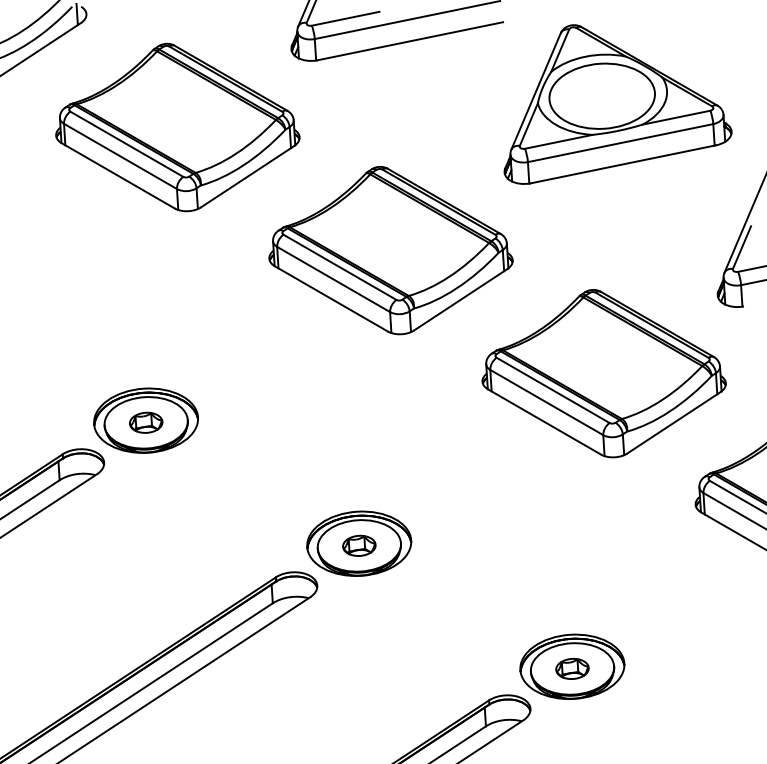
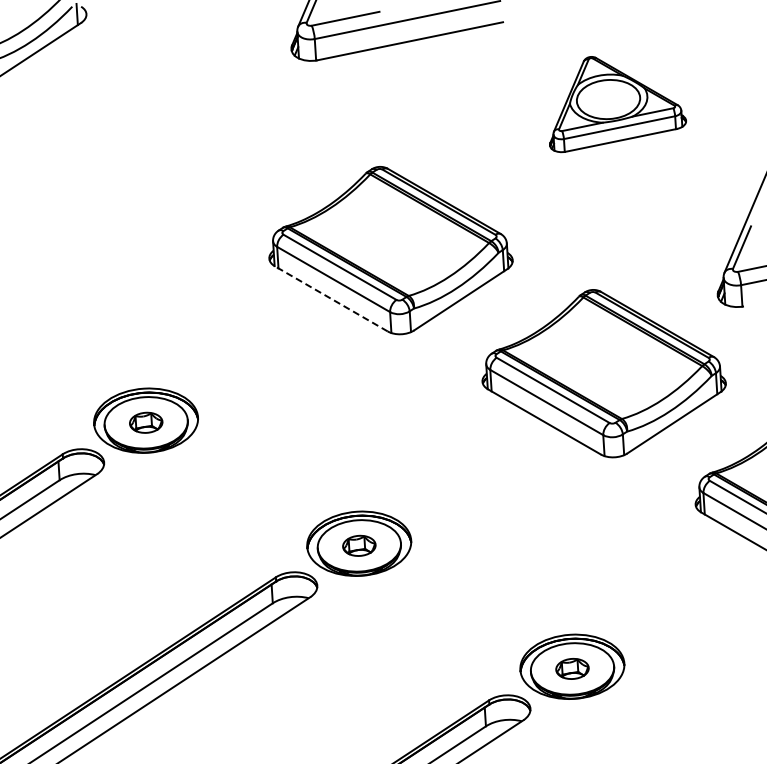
part at (617, 104) size: 230x161 px -> 138x98 px
part at (177, 127): present -> none
line at (330, 298): solid -> dashed
